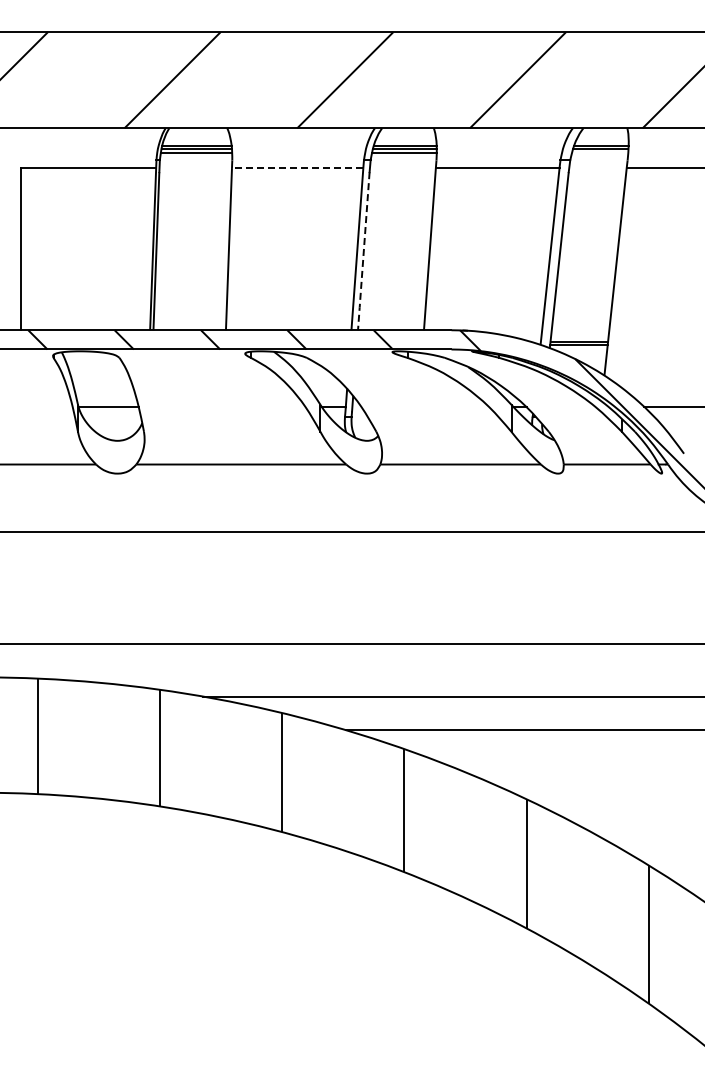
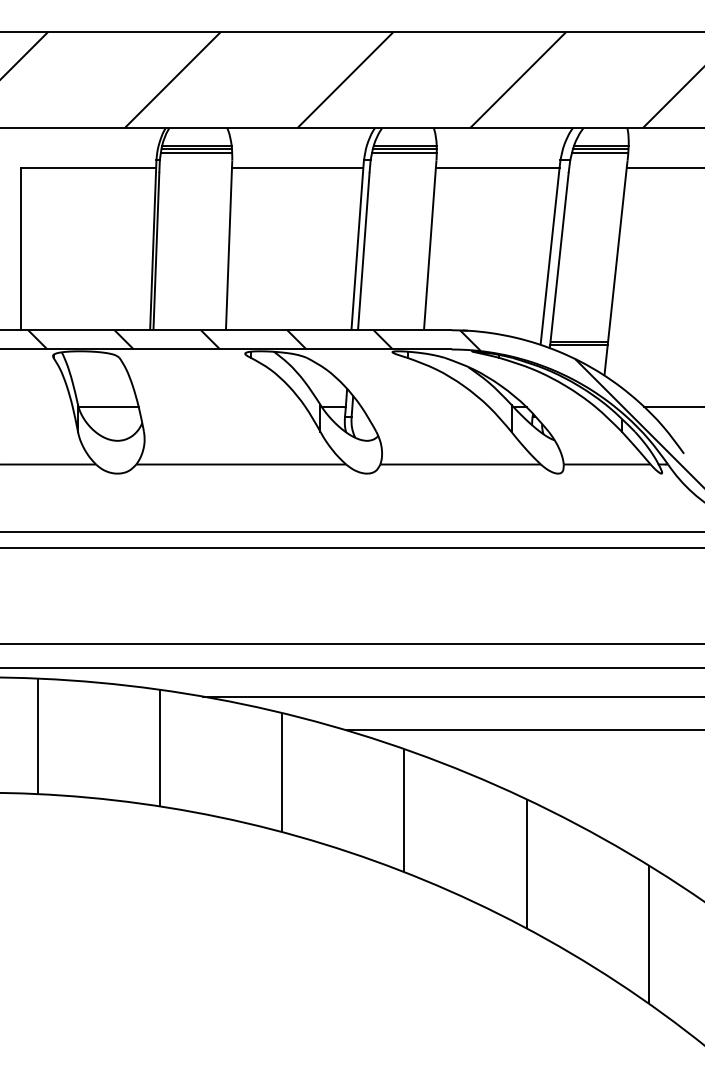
line at (600, 153): none -> present
line at (297, 168): dashed -> solid
line at (363, 251): dashed -> solid
line at (351, 547): none -> present
line at (351, 667): none -> present
